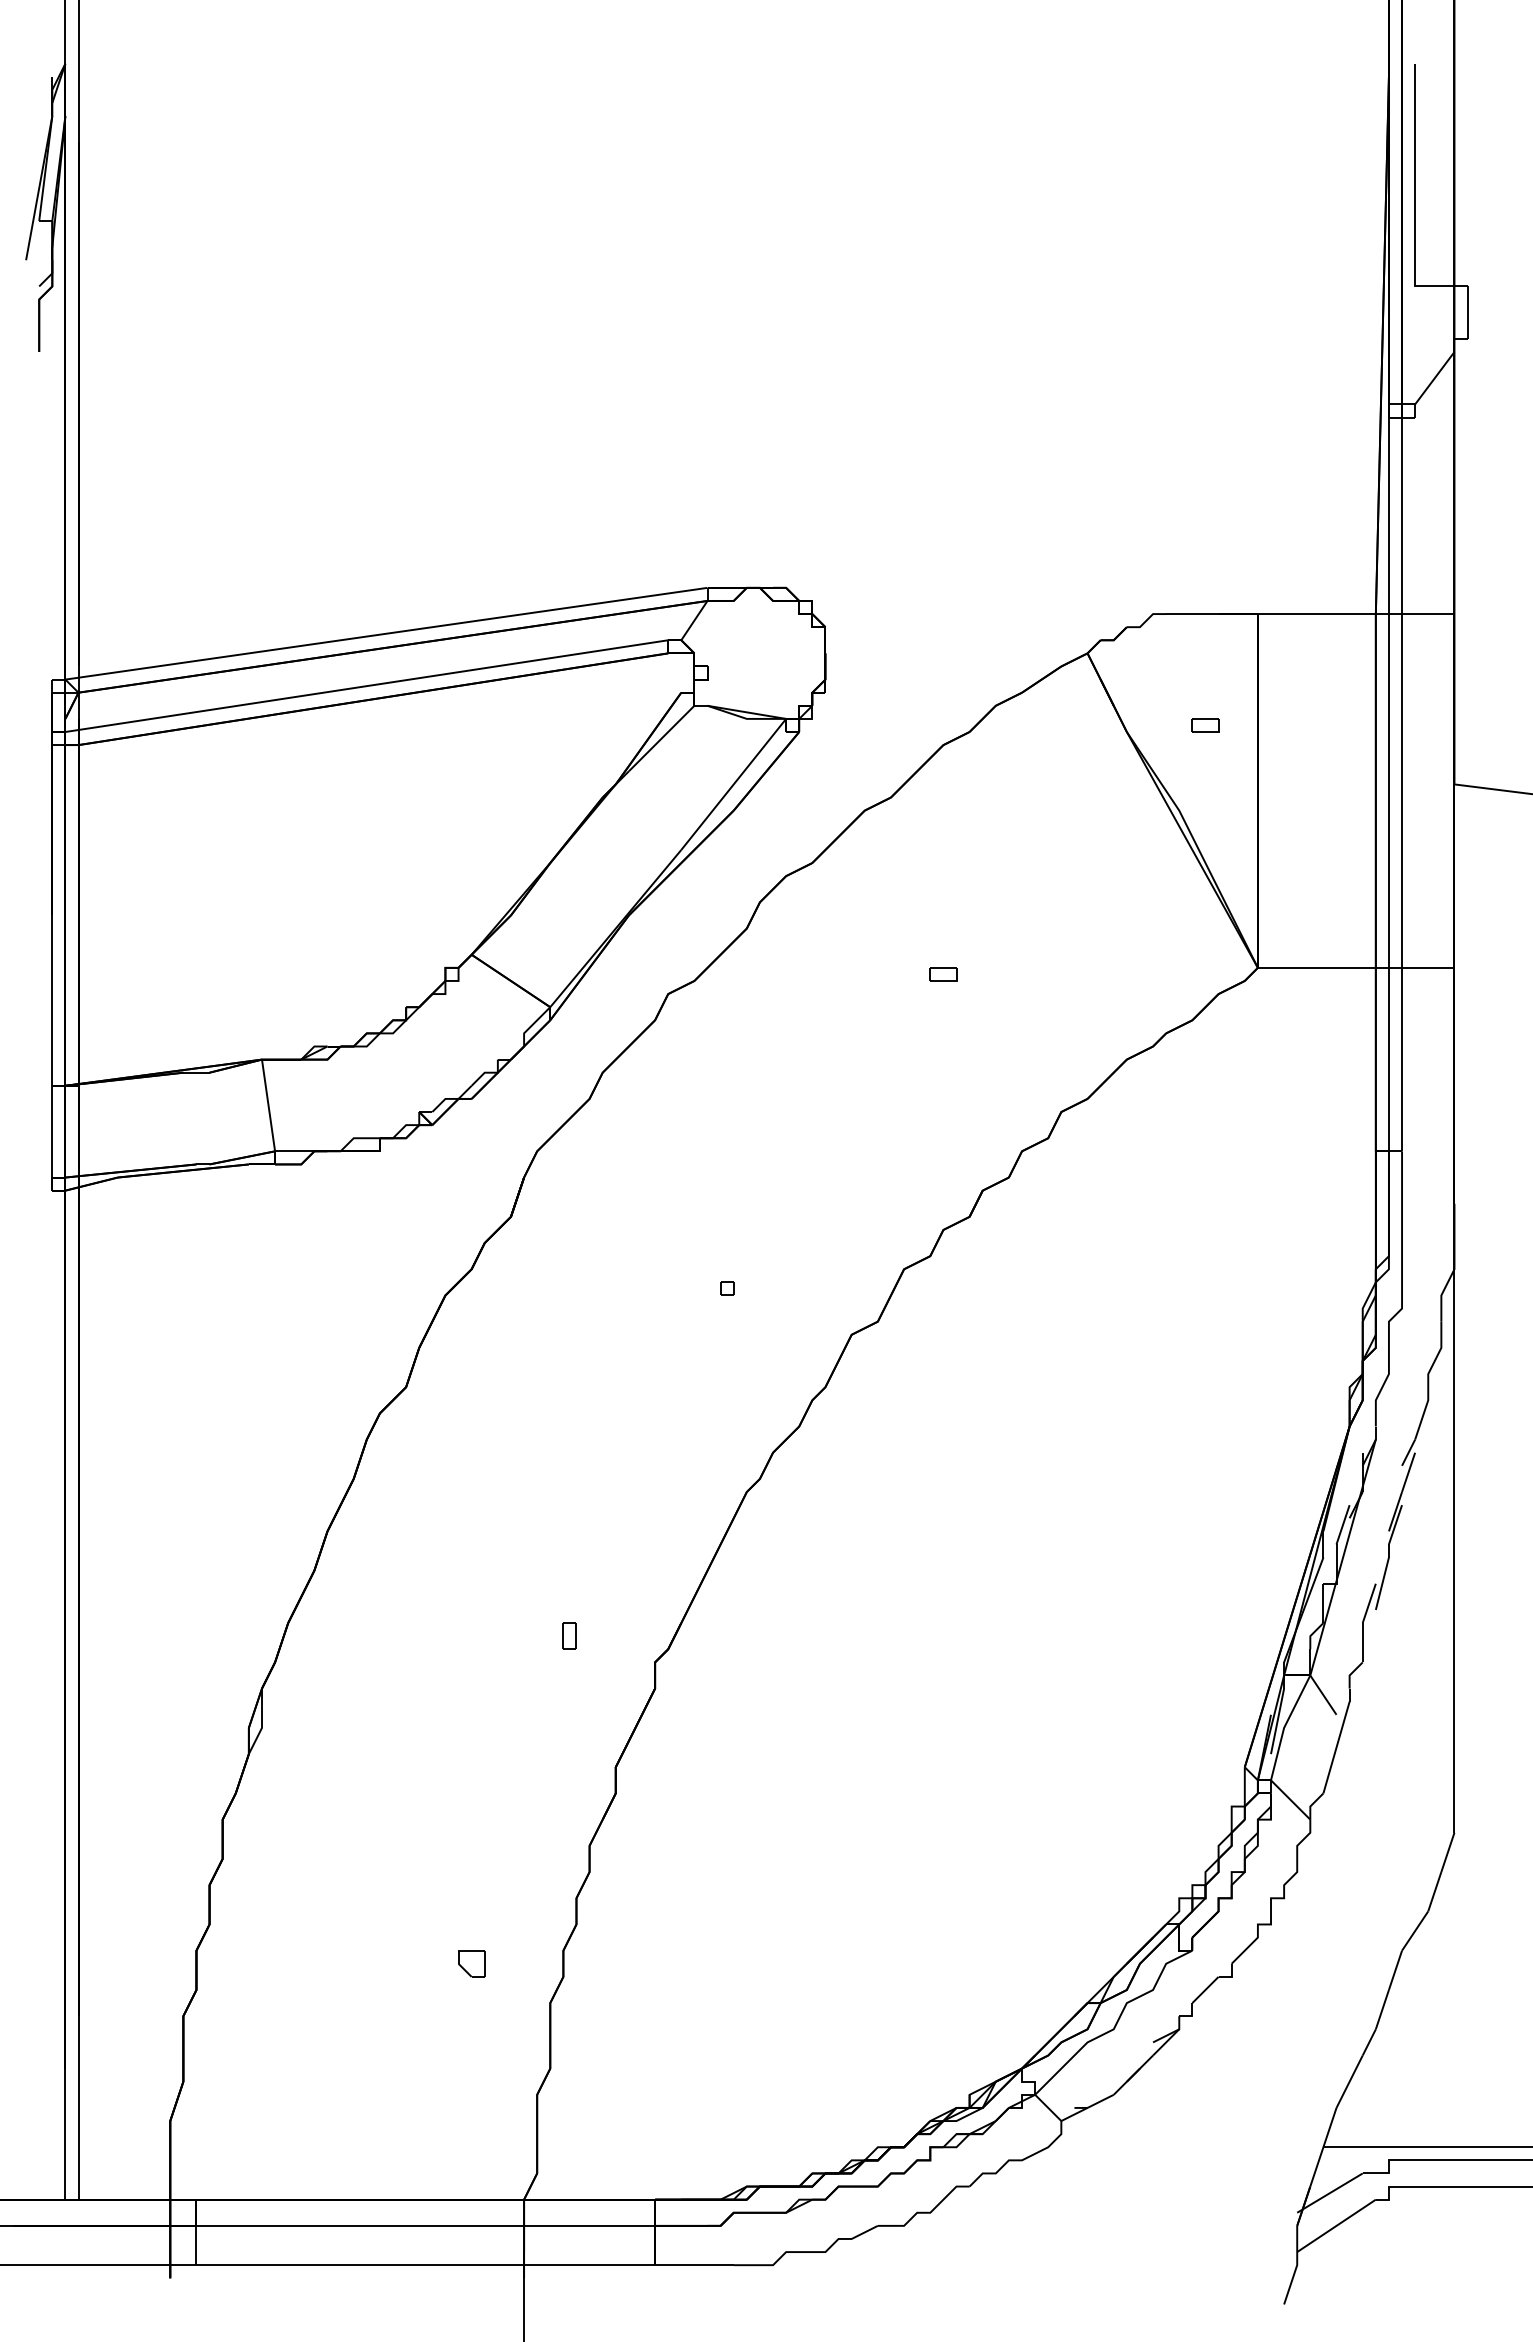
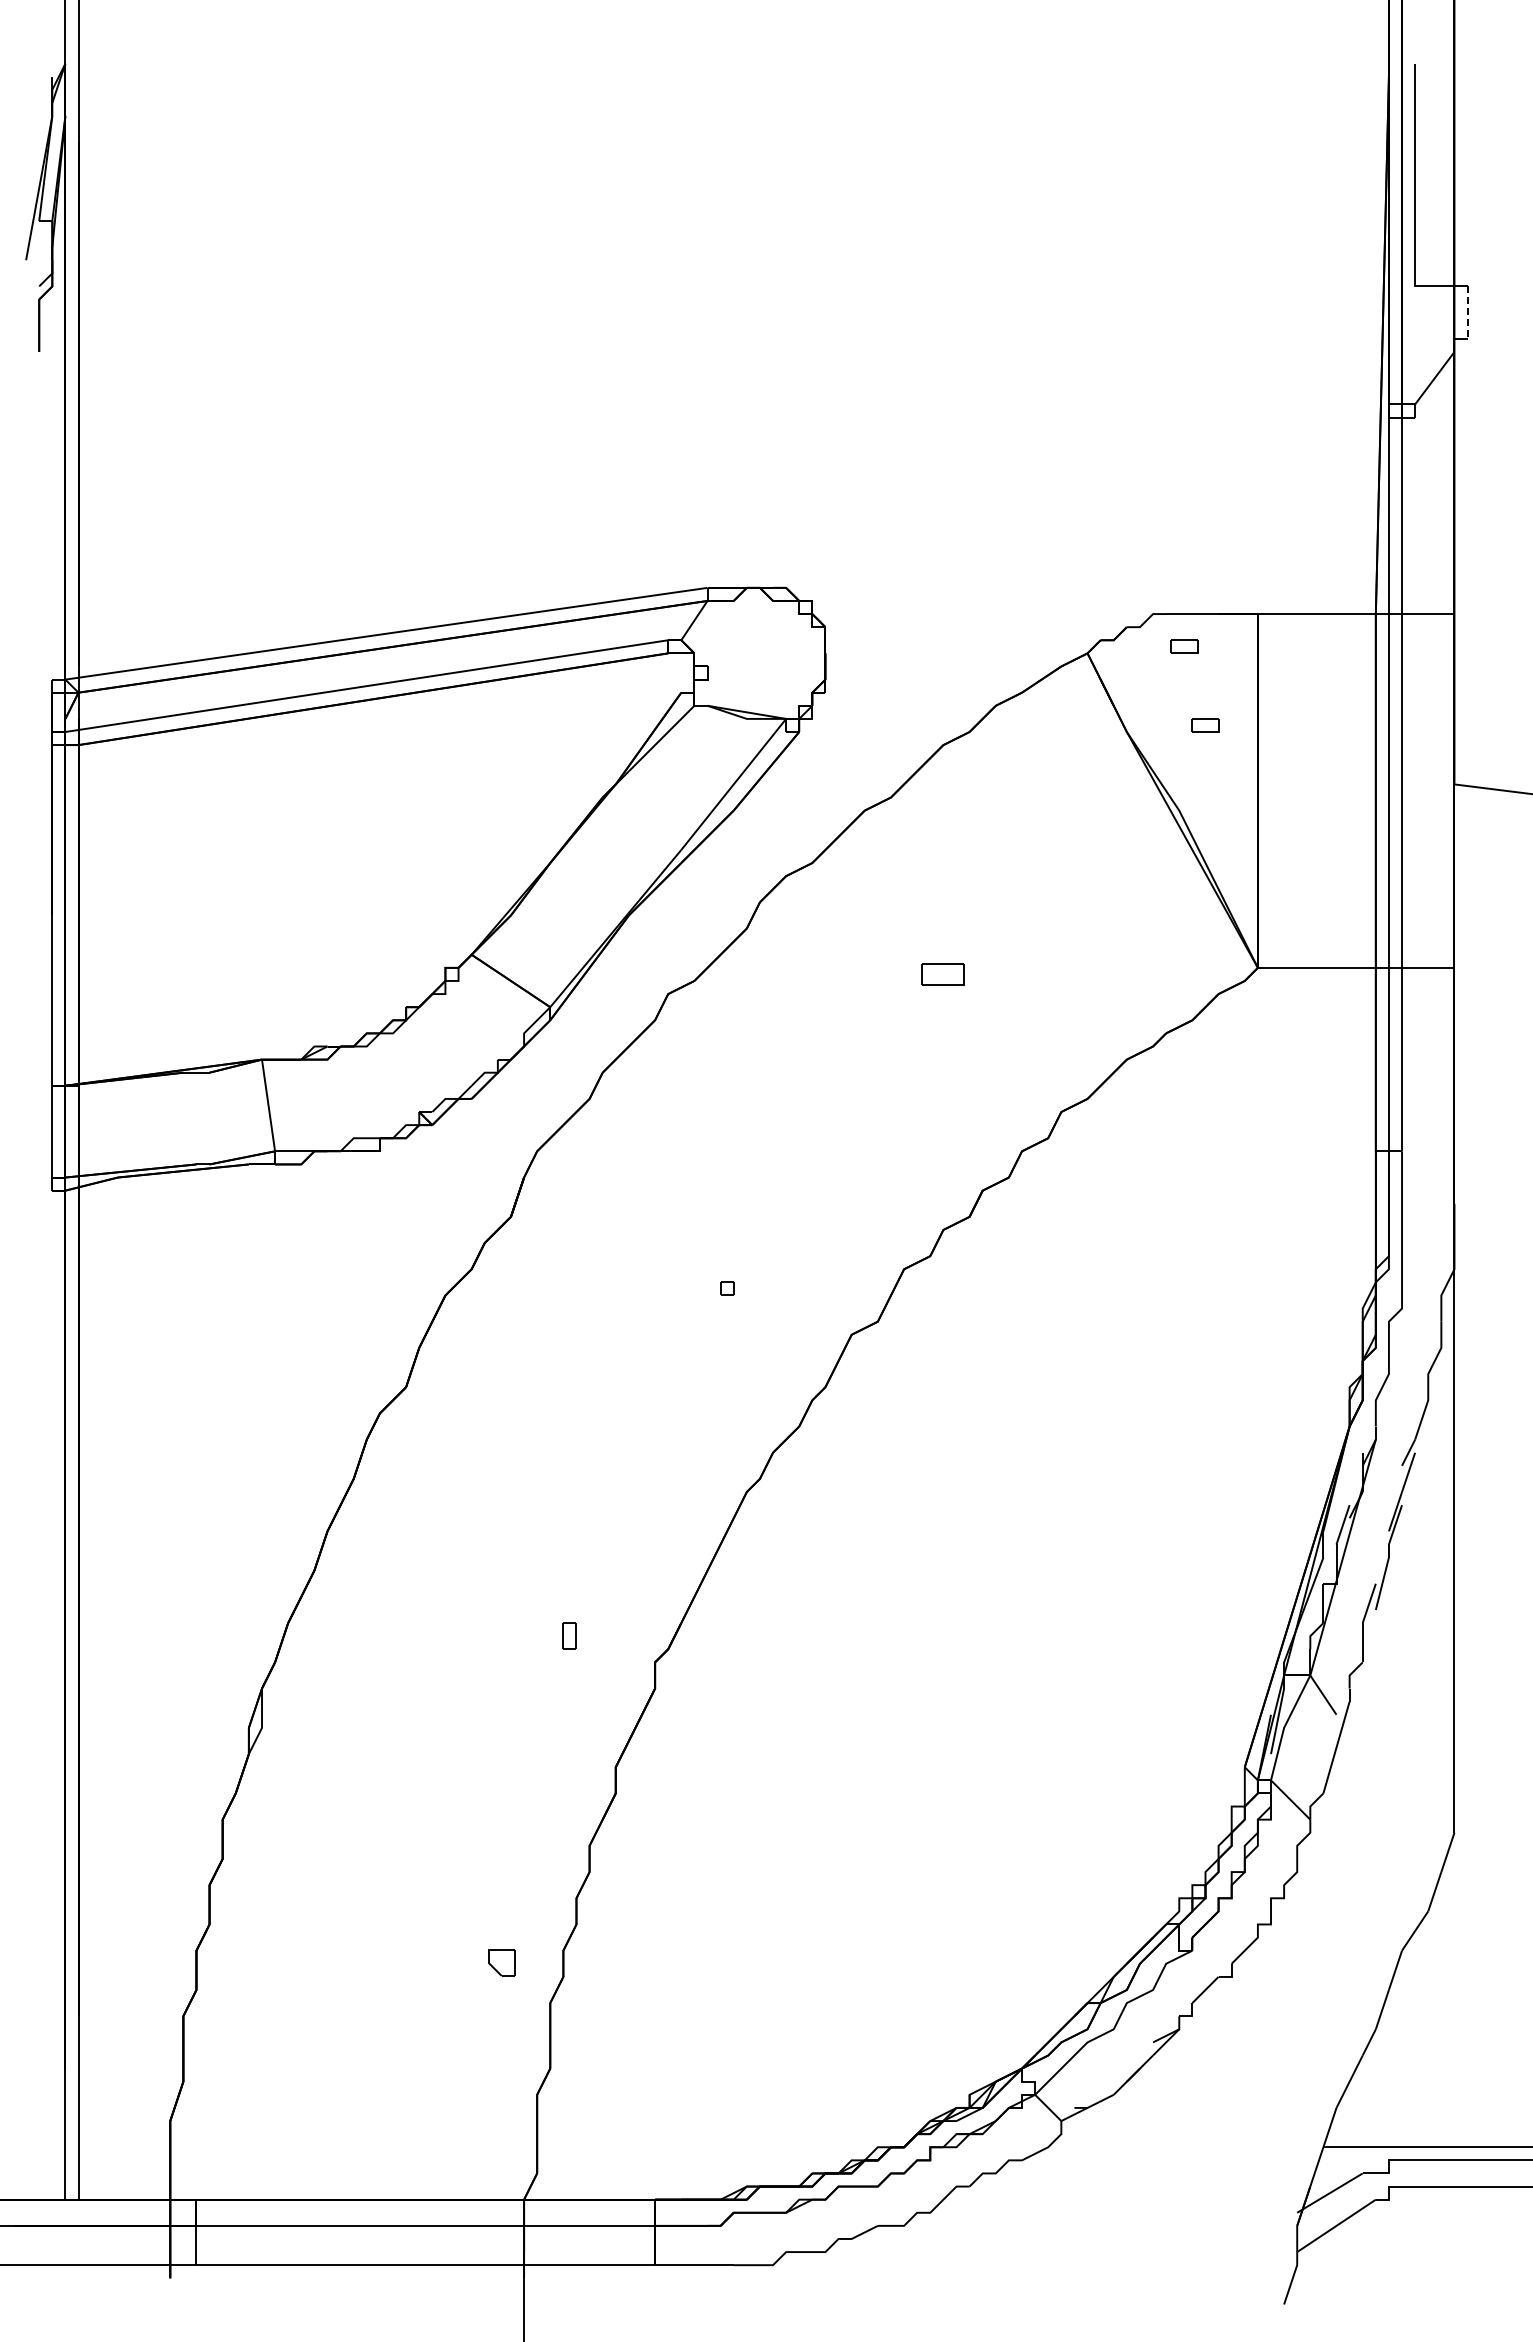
line at (1467, 313): solid -> dashed
part at (1184, 646): none -> present
part at (943, 974) size: 29x15 px -> 44x23 px
part at (471, 1963) position: (471, 1963) -> (501, 1962)
